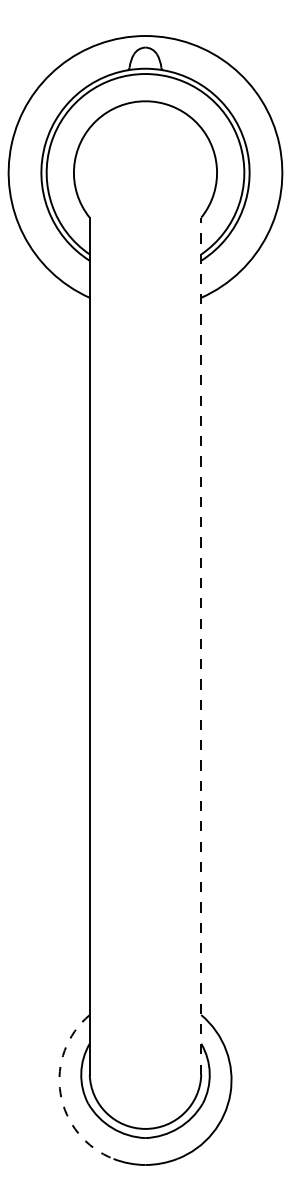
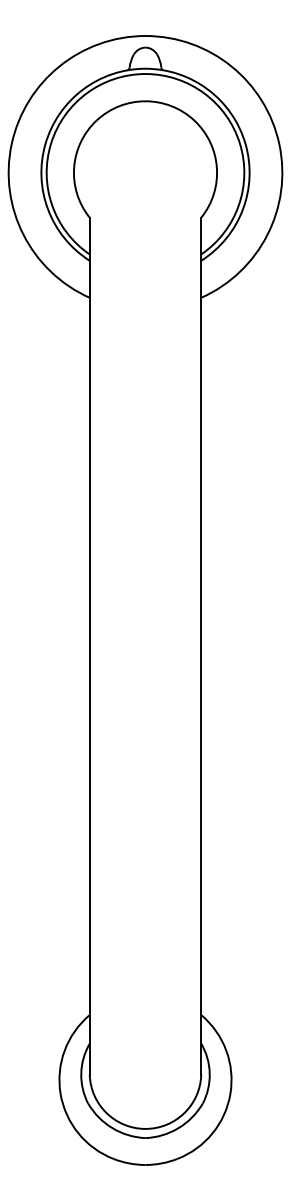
line at (201, 645): dashed -> solid
arc at (60, 1093): dashed -> solid
